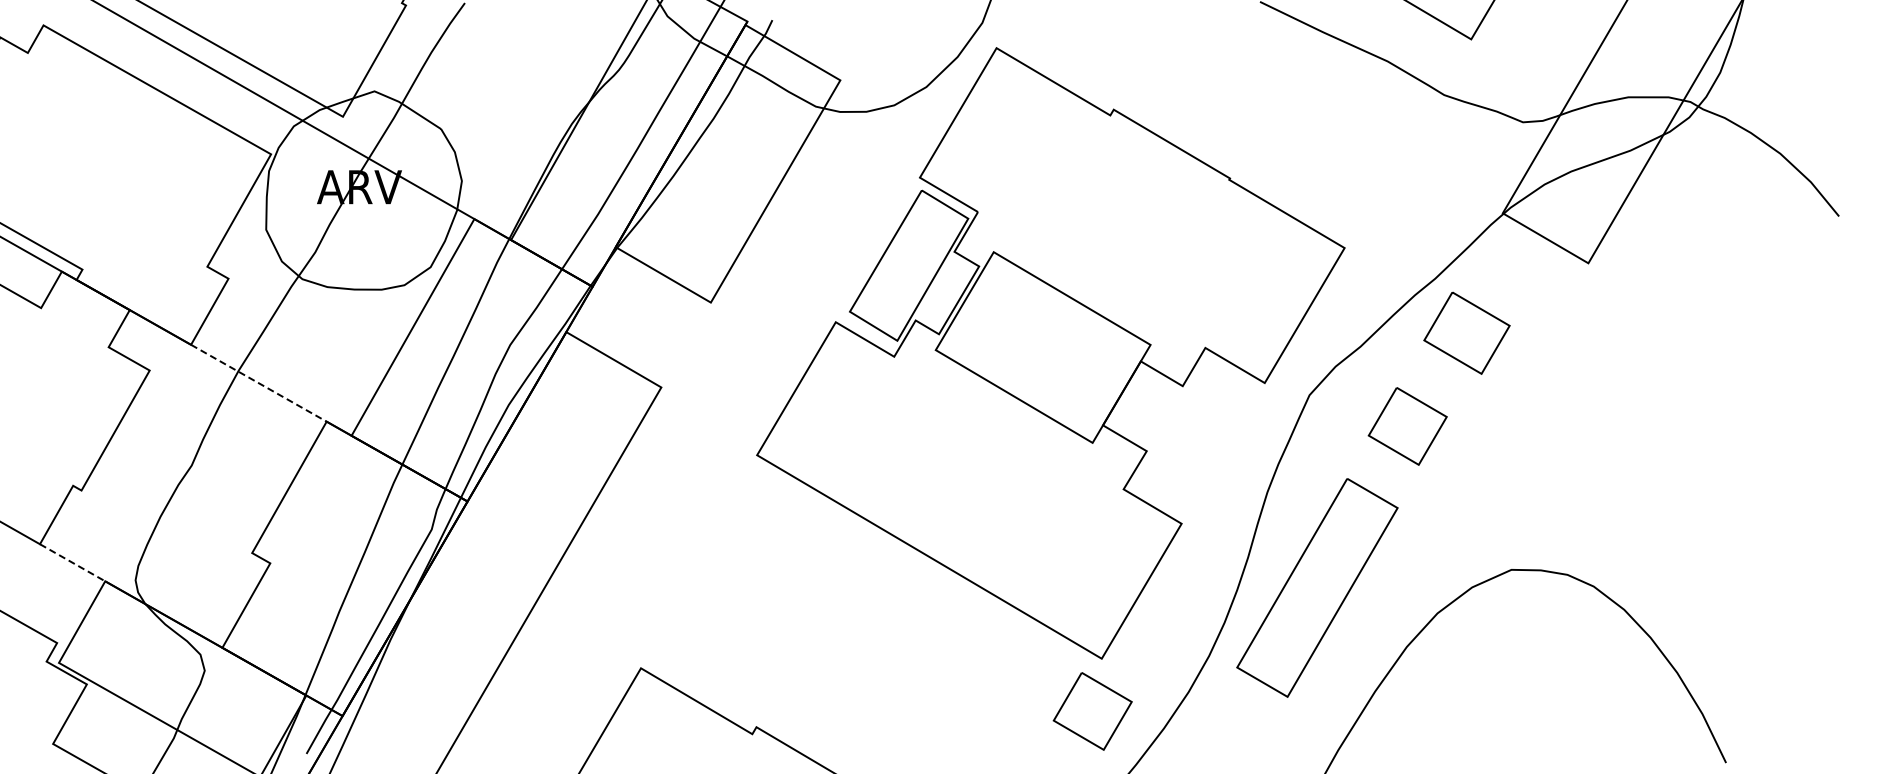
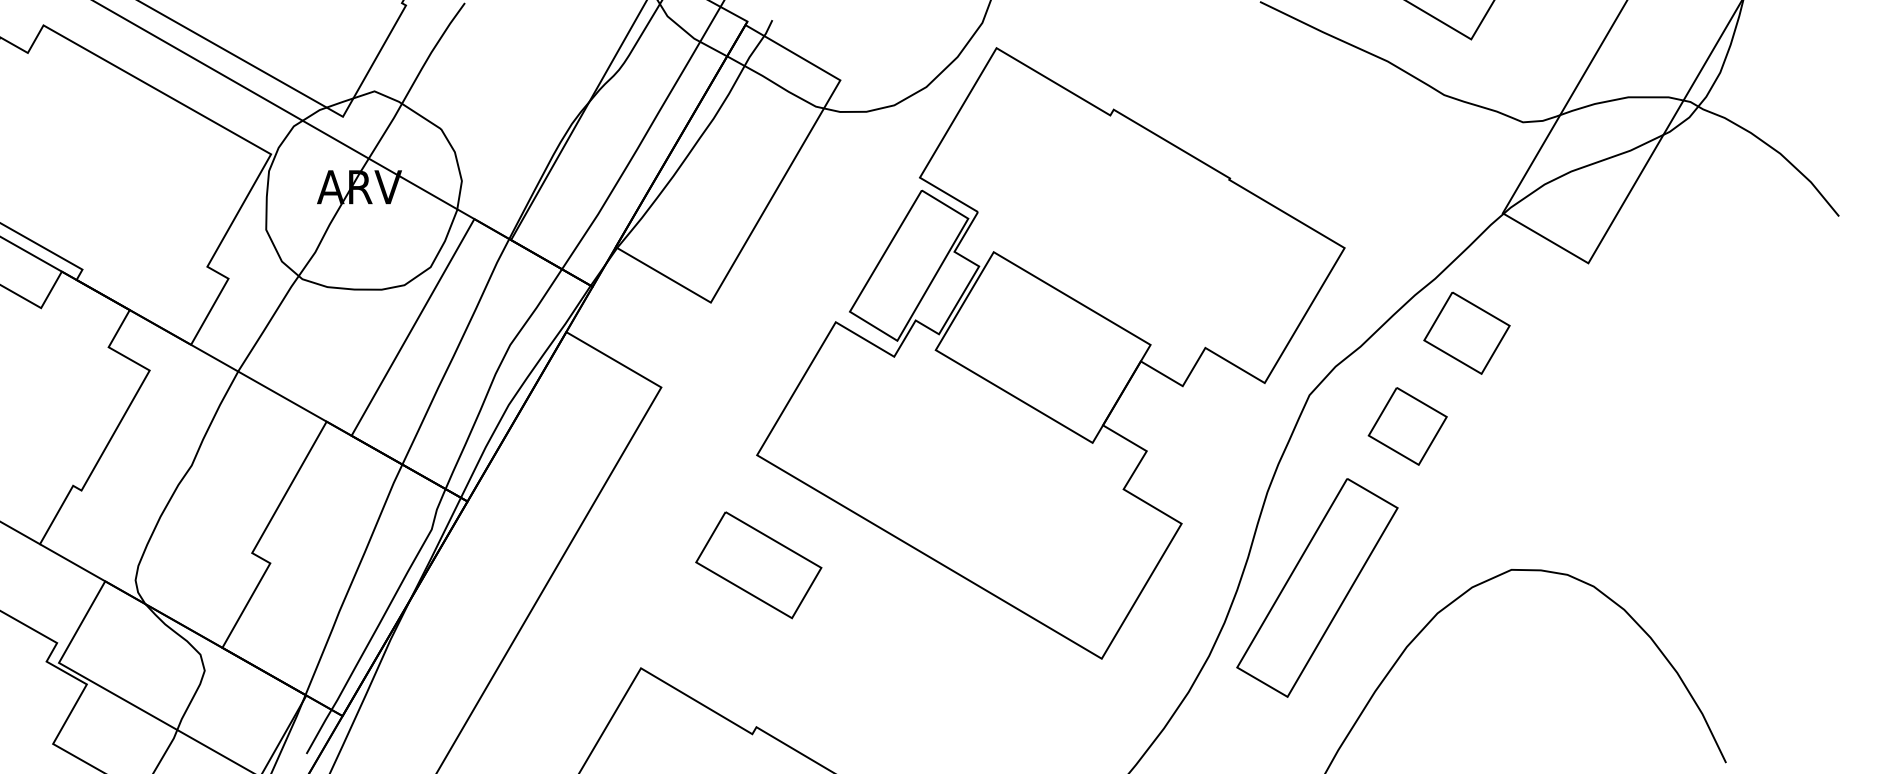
line at (258, 383): dashed -> solid
line at (72, 562): dashed -> solid
part at (758, 565): none -> present
part at (1092, 711): present -> none
